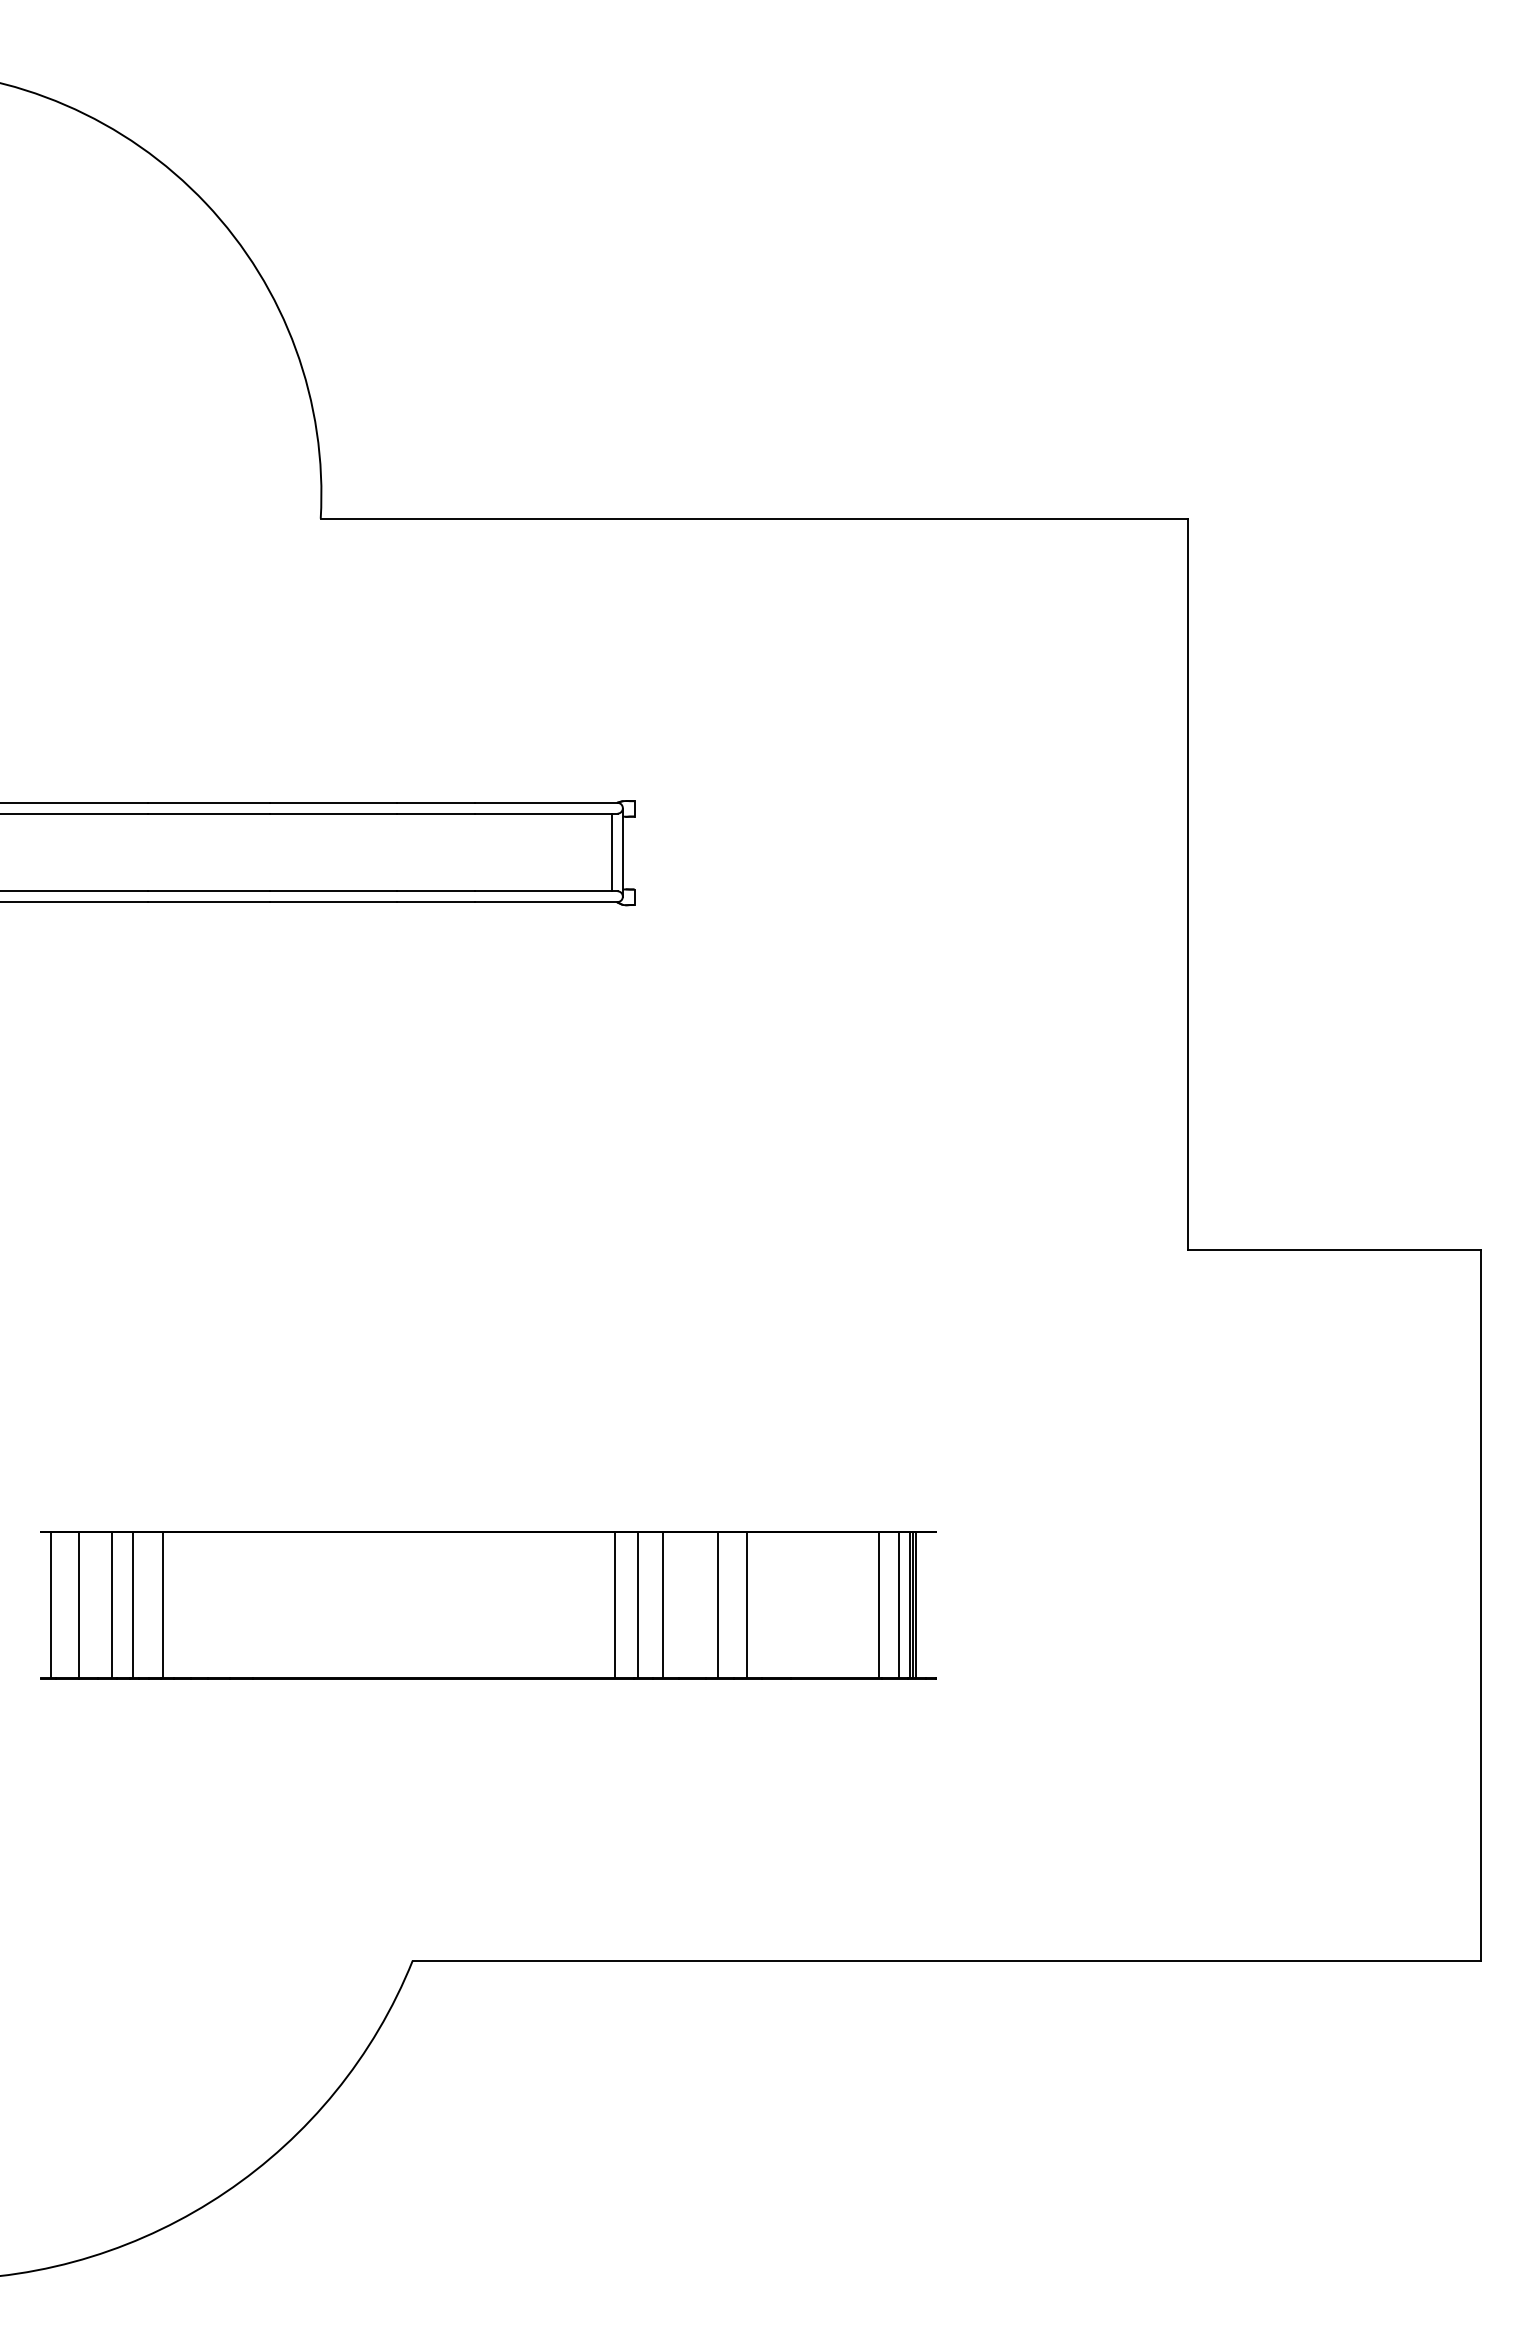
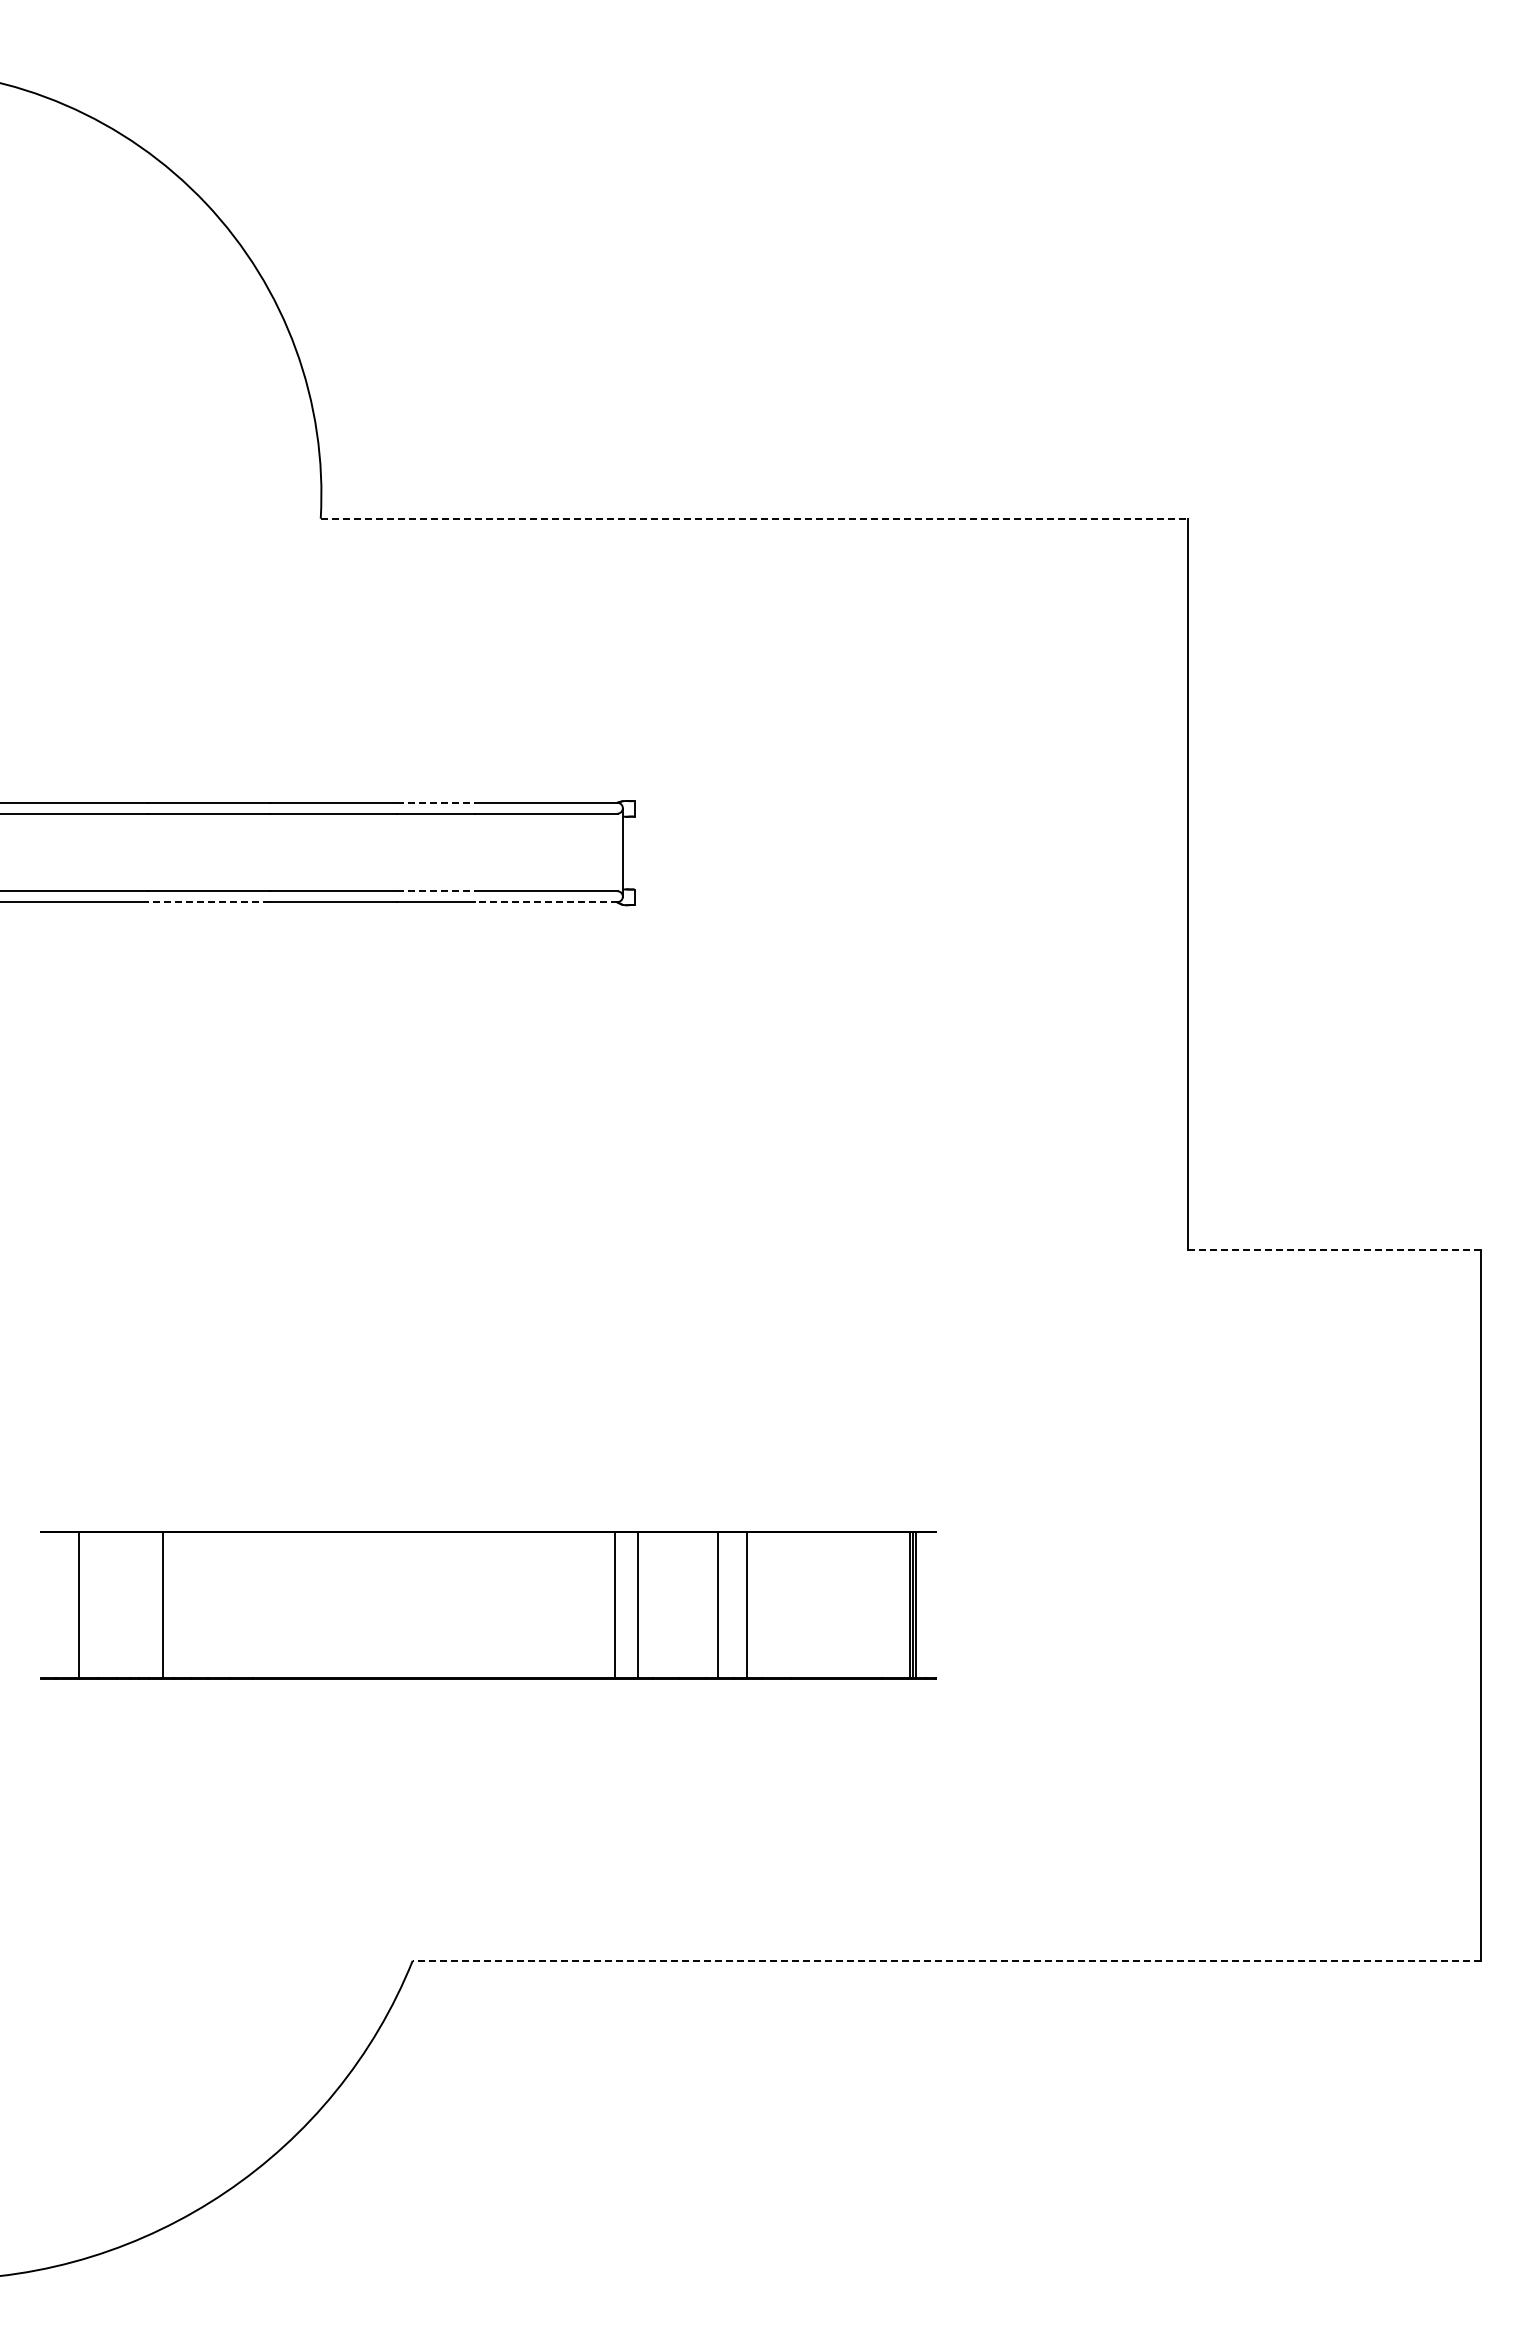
line at (754, 518): solid -> dashed
line at (436, 802): solid -> dashed
line at (612, 852): present -> none
line at (436, 891): solid -> dashed
line at (208, 902): solid -> dashed
line at (546, 902): solid -> dashed
line at (1334, 1249): solid -> dashed
line at (50, 1605): present -> none
line at (111, 1605): present -> none
line at (133, 1605): present -> none
line at (662, 1605): present -> none
line at (878, 1605): present -> none
line at (899, 1605): present -> none
line at (946, 1960): solid -> dashed
